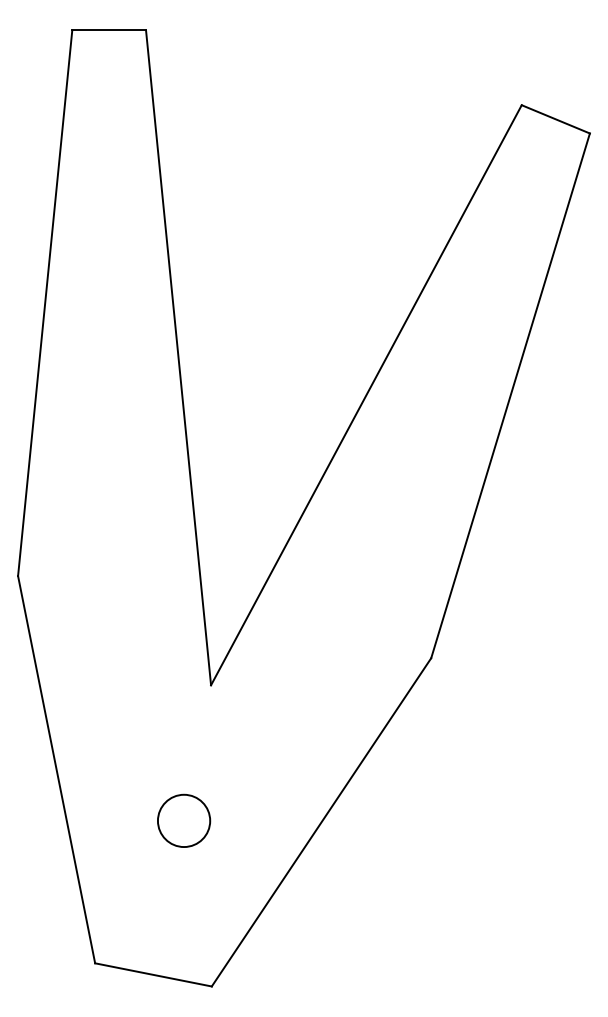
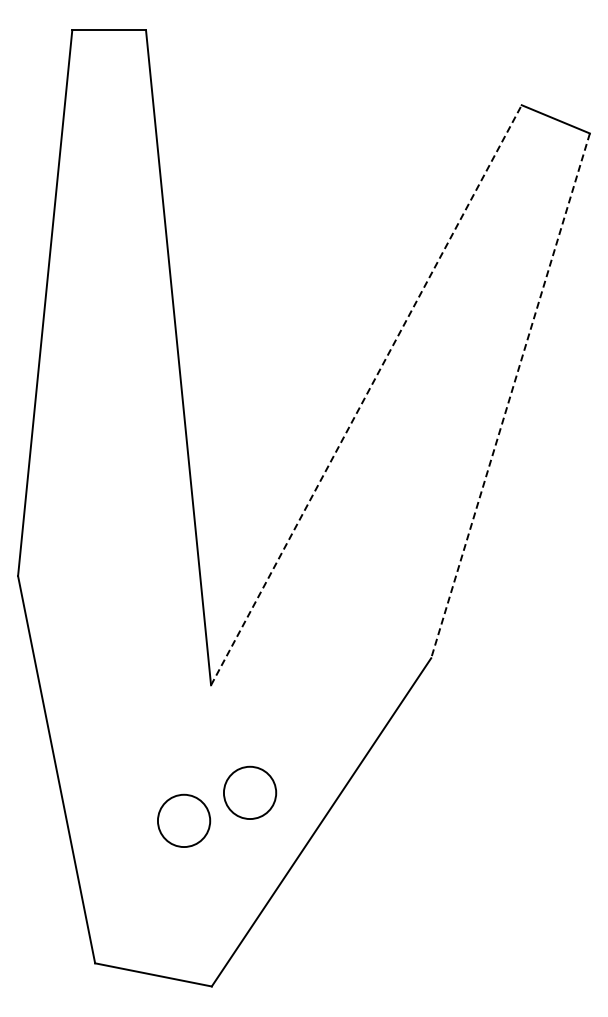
line at (366, 394): solid -> dashed
line at (510, 396): solid -> dashed
circle at (250, 792): none -> present
